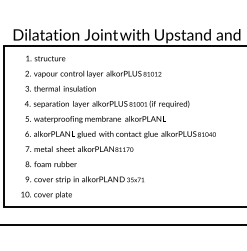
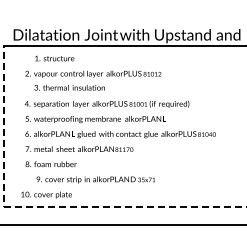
text at (45, 58) position: (45, 58) -> (54, 58)
text at (60, 88) position: (60, 88) -> (69, 87)
text at (84, 179) position: (84, 179) -> (95, 179)
line at (44, 207): solid -> dashed
